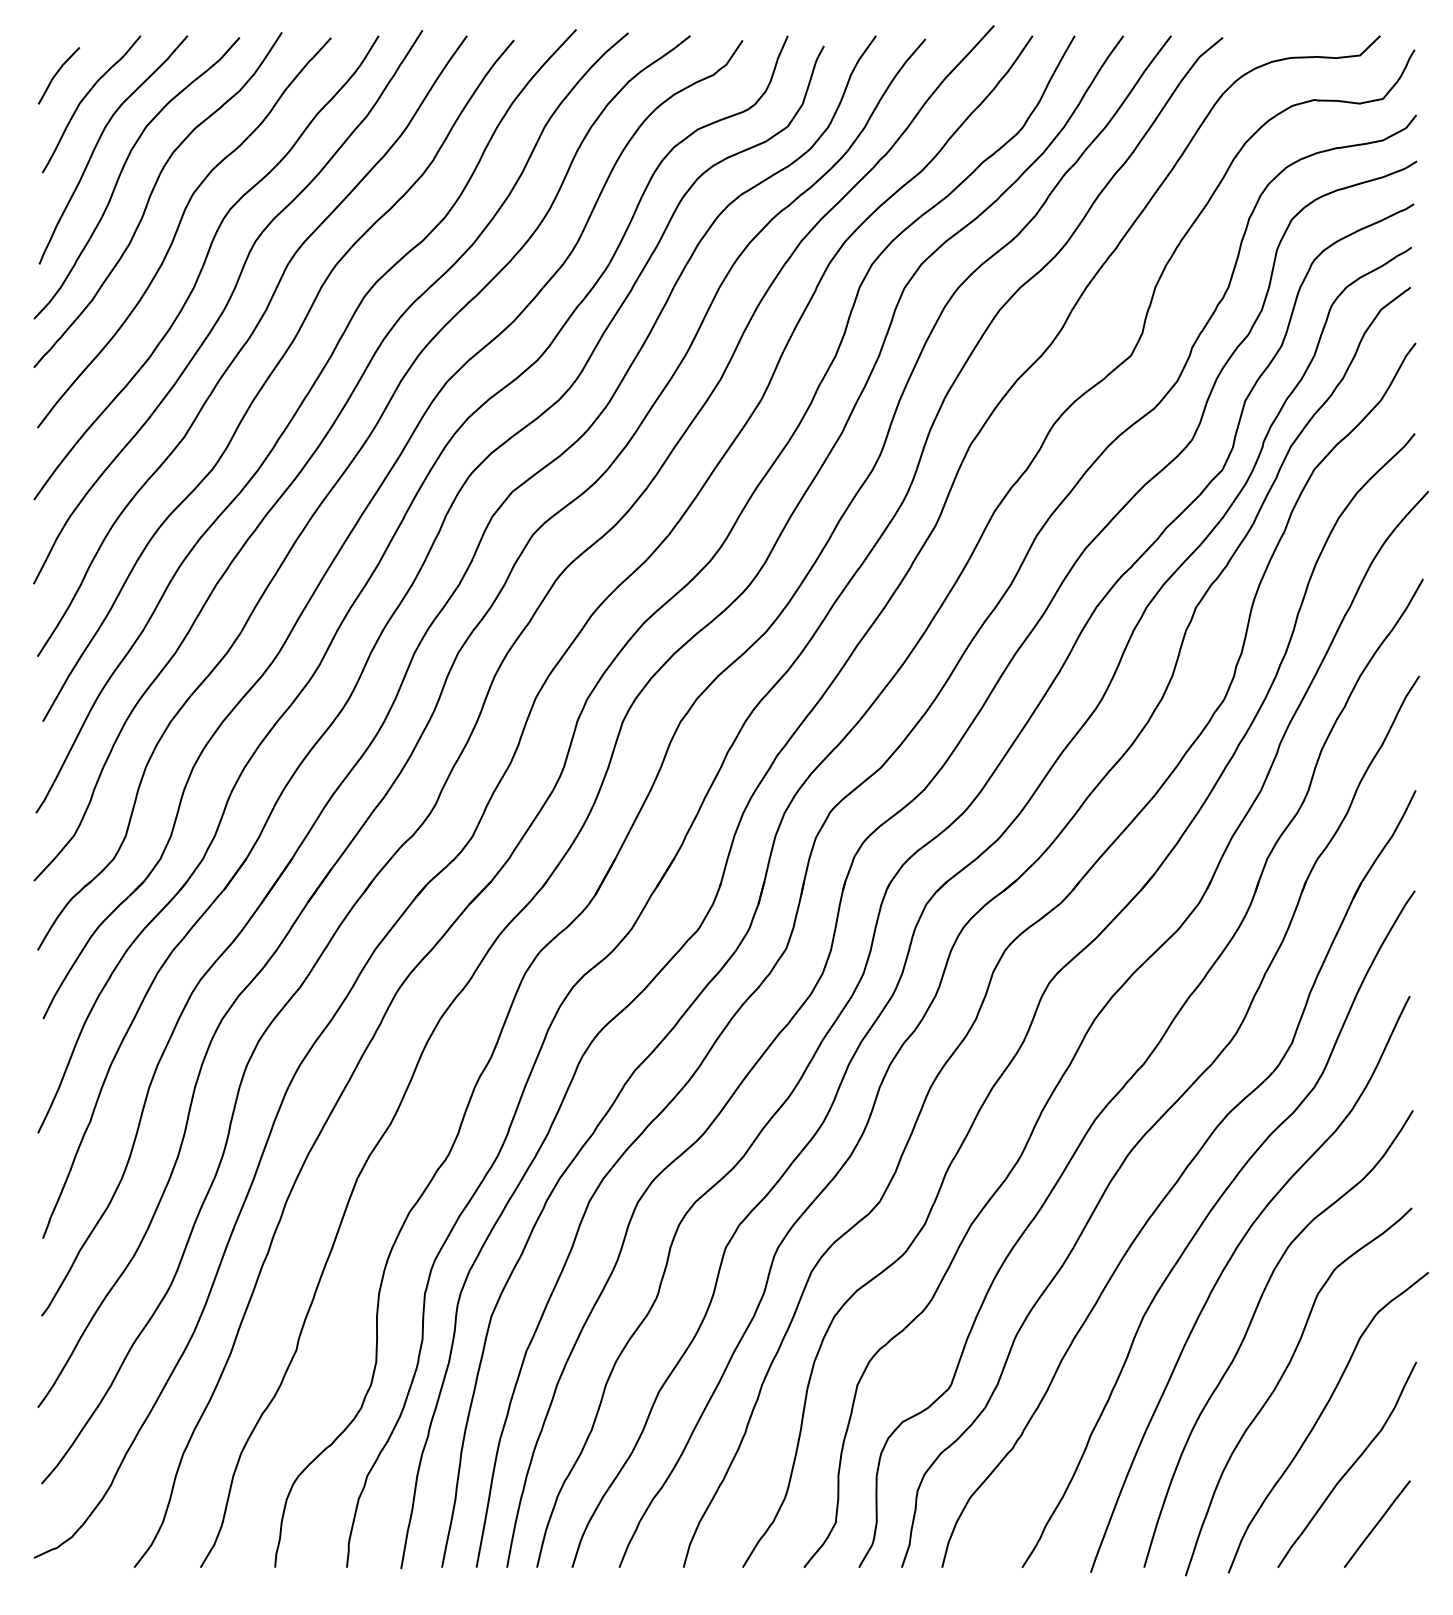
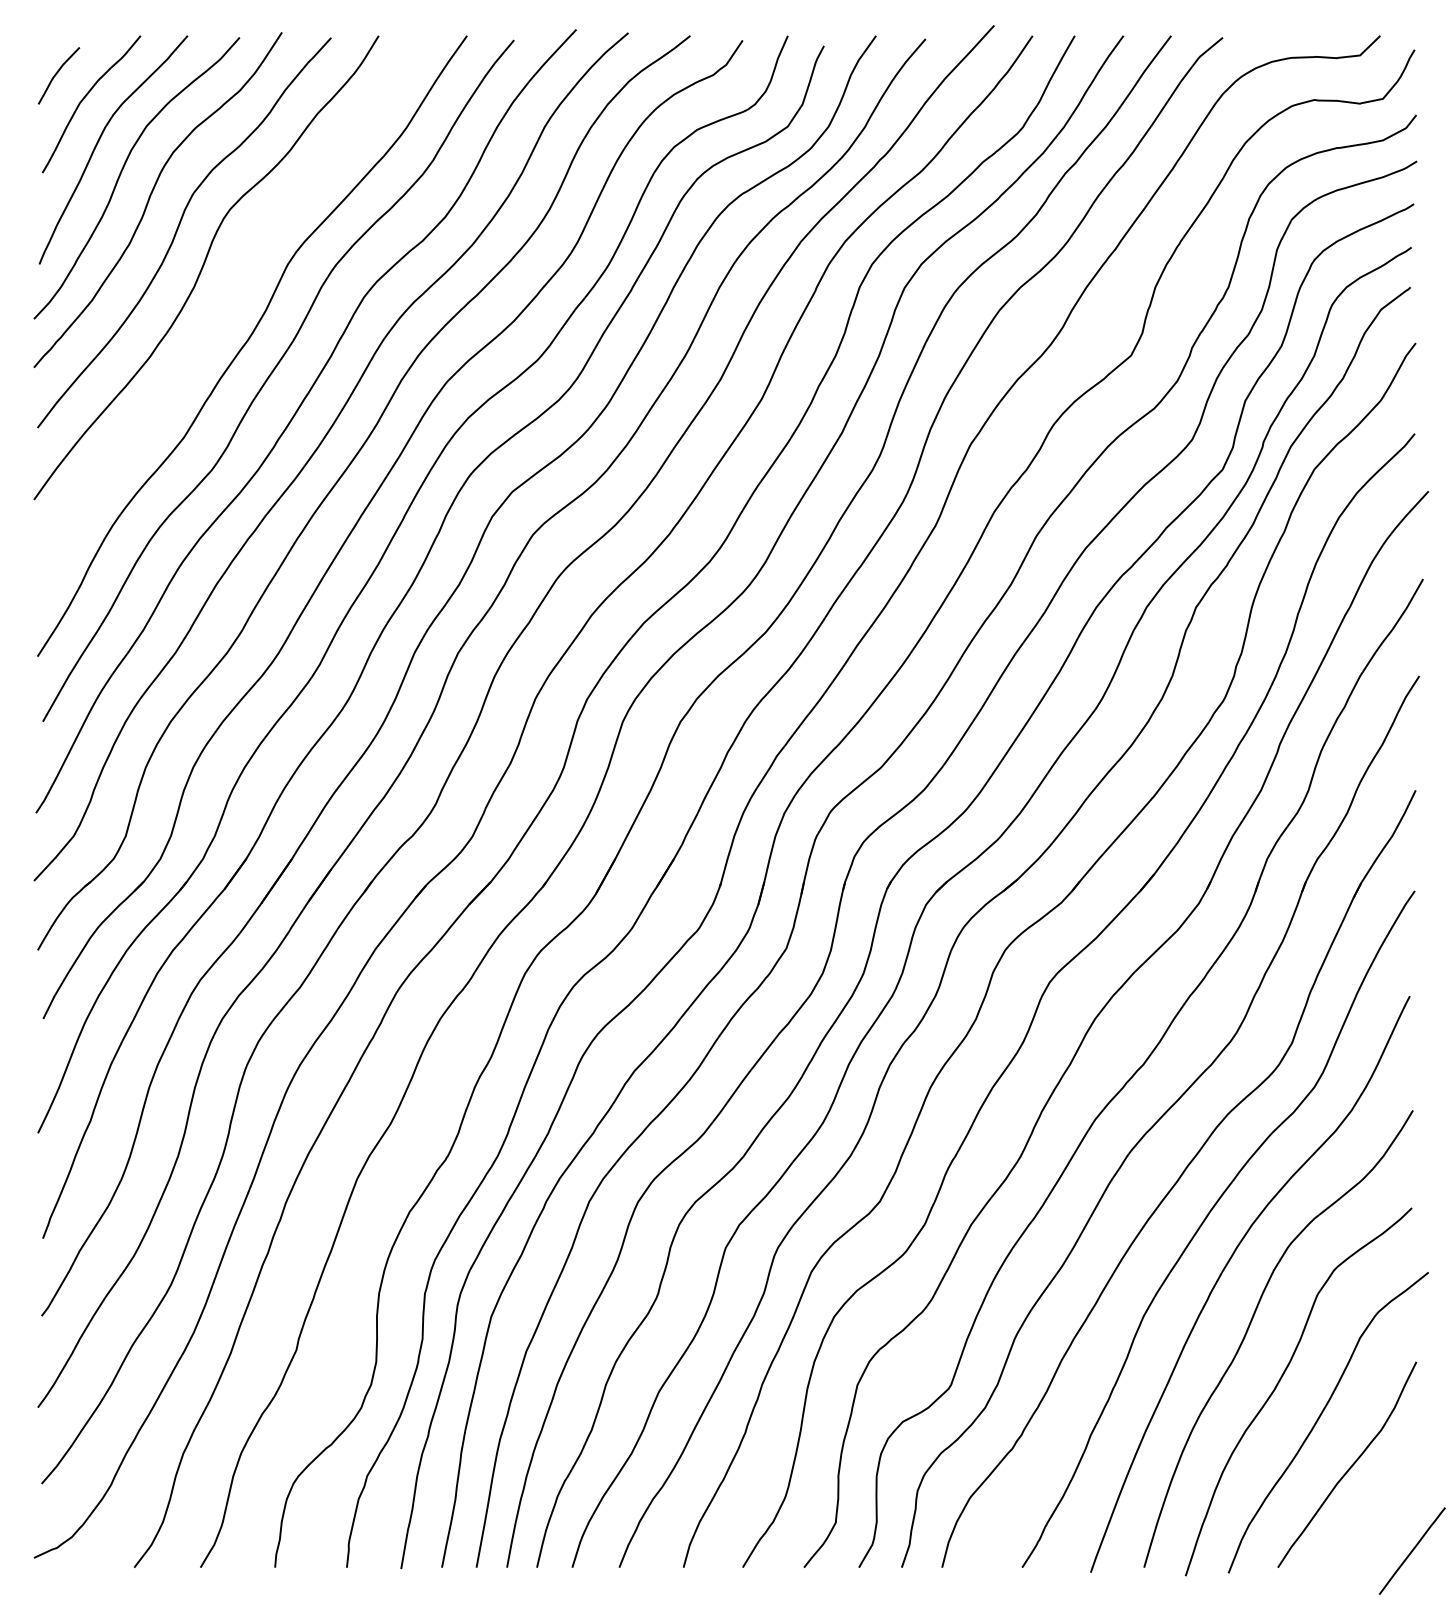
curve at (226, 307): present -> none
line at (1377, 1523) position: (1377, 1523) -> (1412, 1550)
